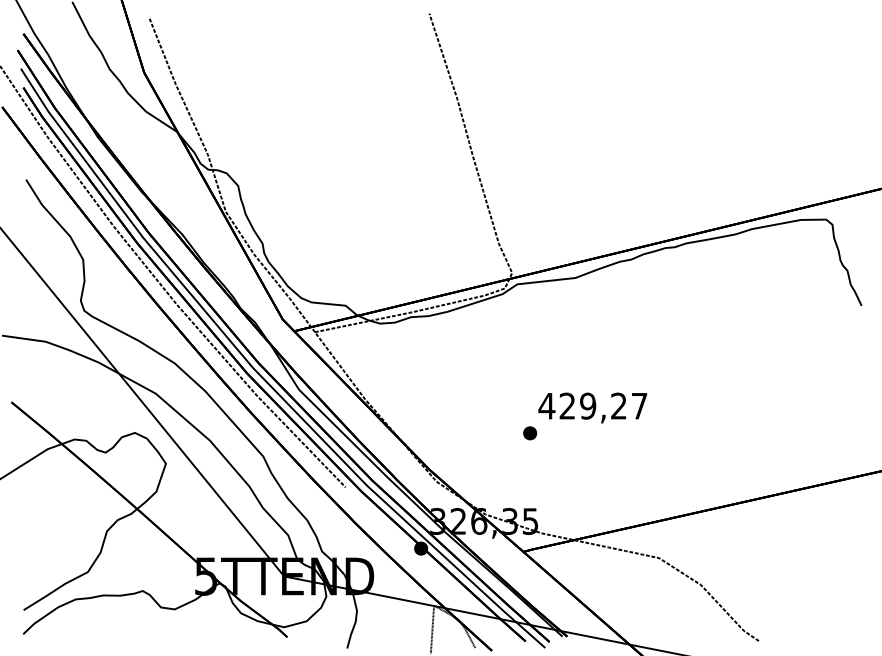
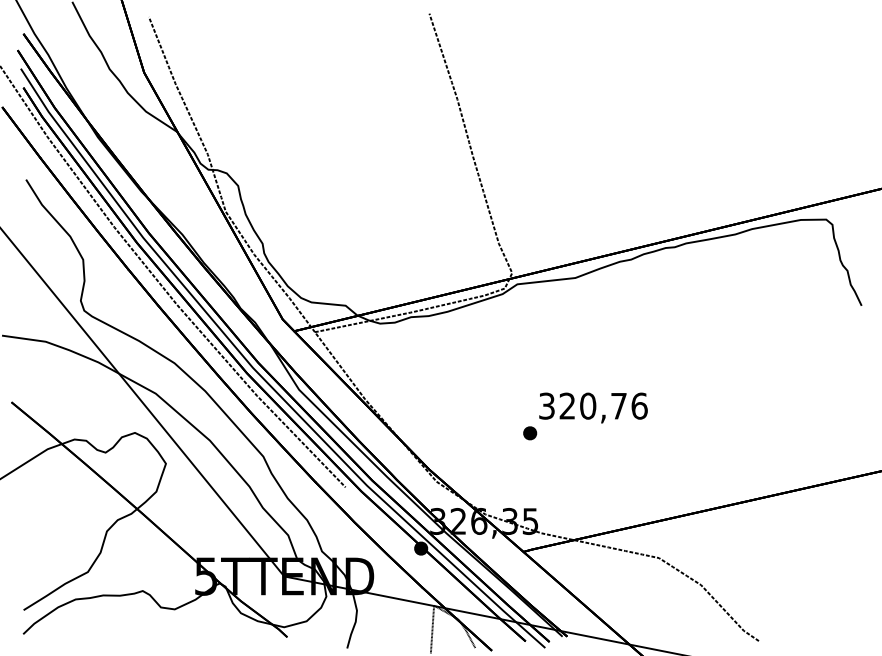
text at (592, 405): 429,27 -> 320,76
